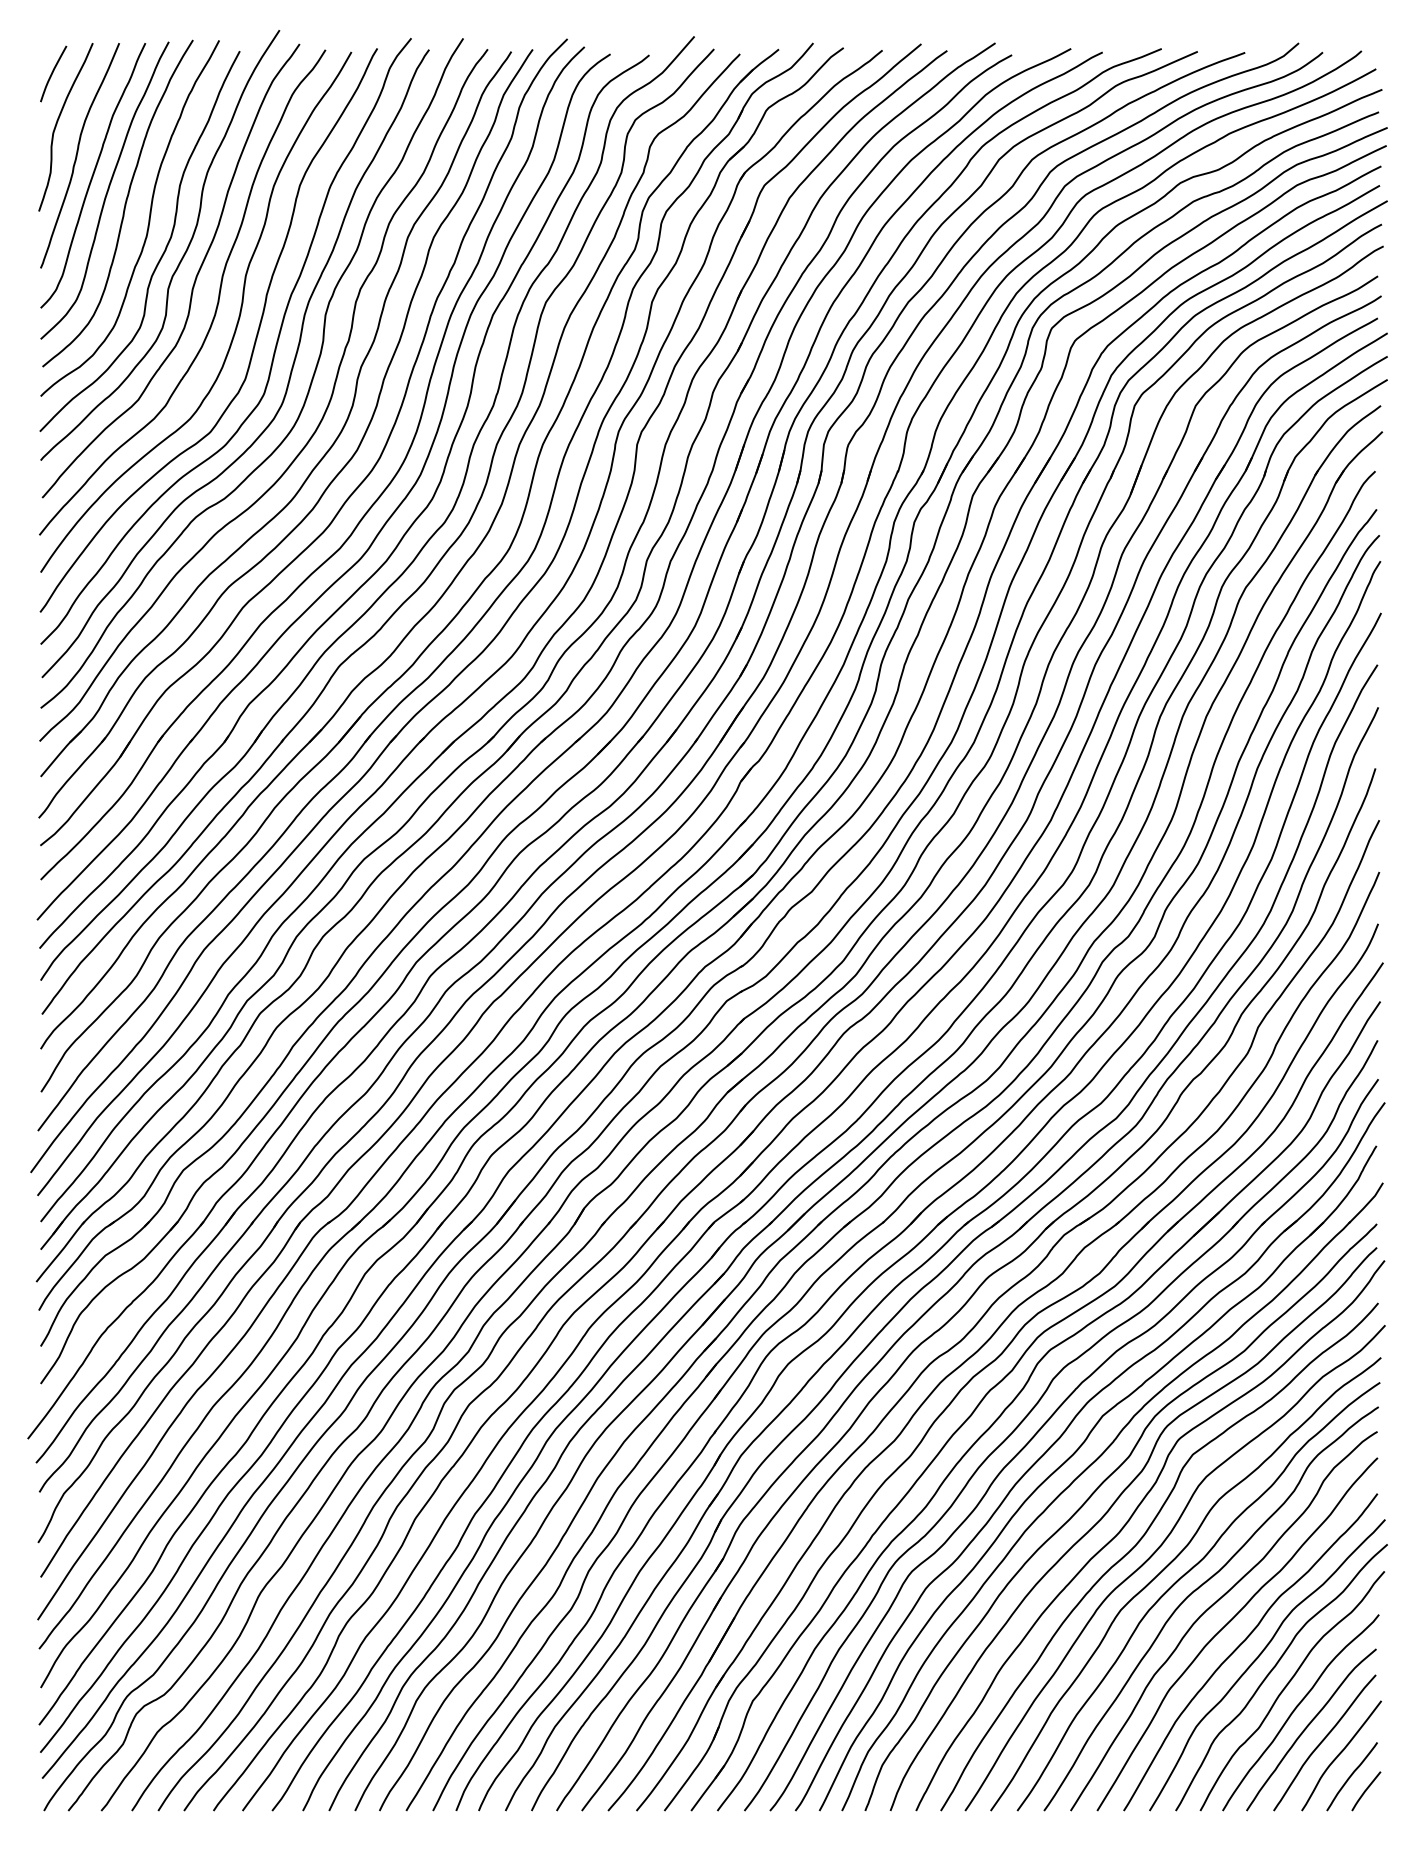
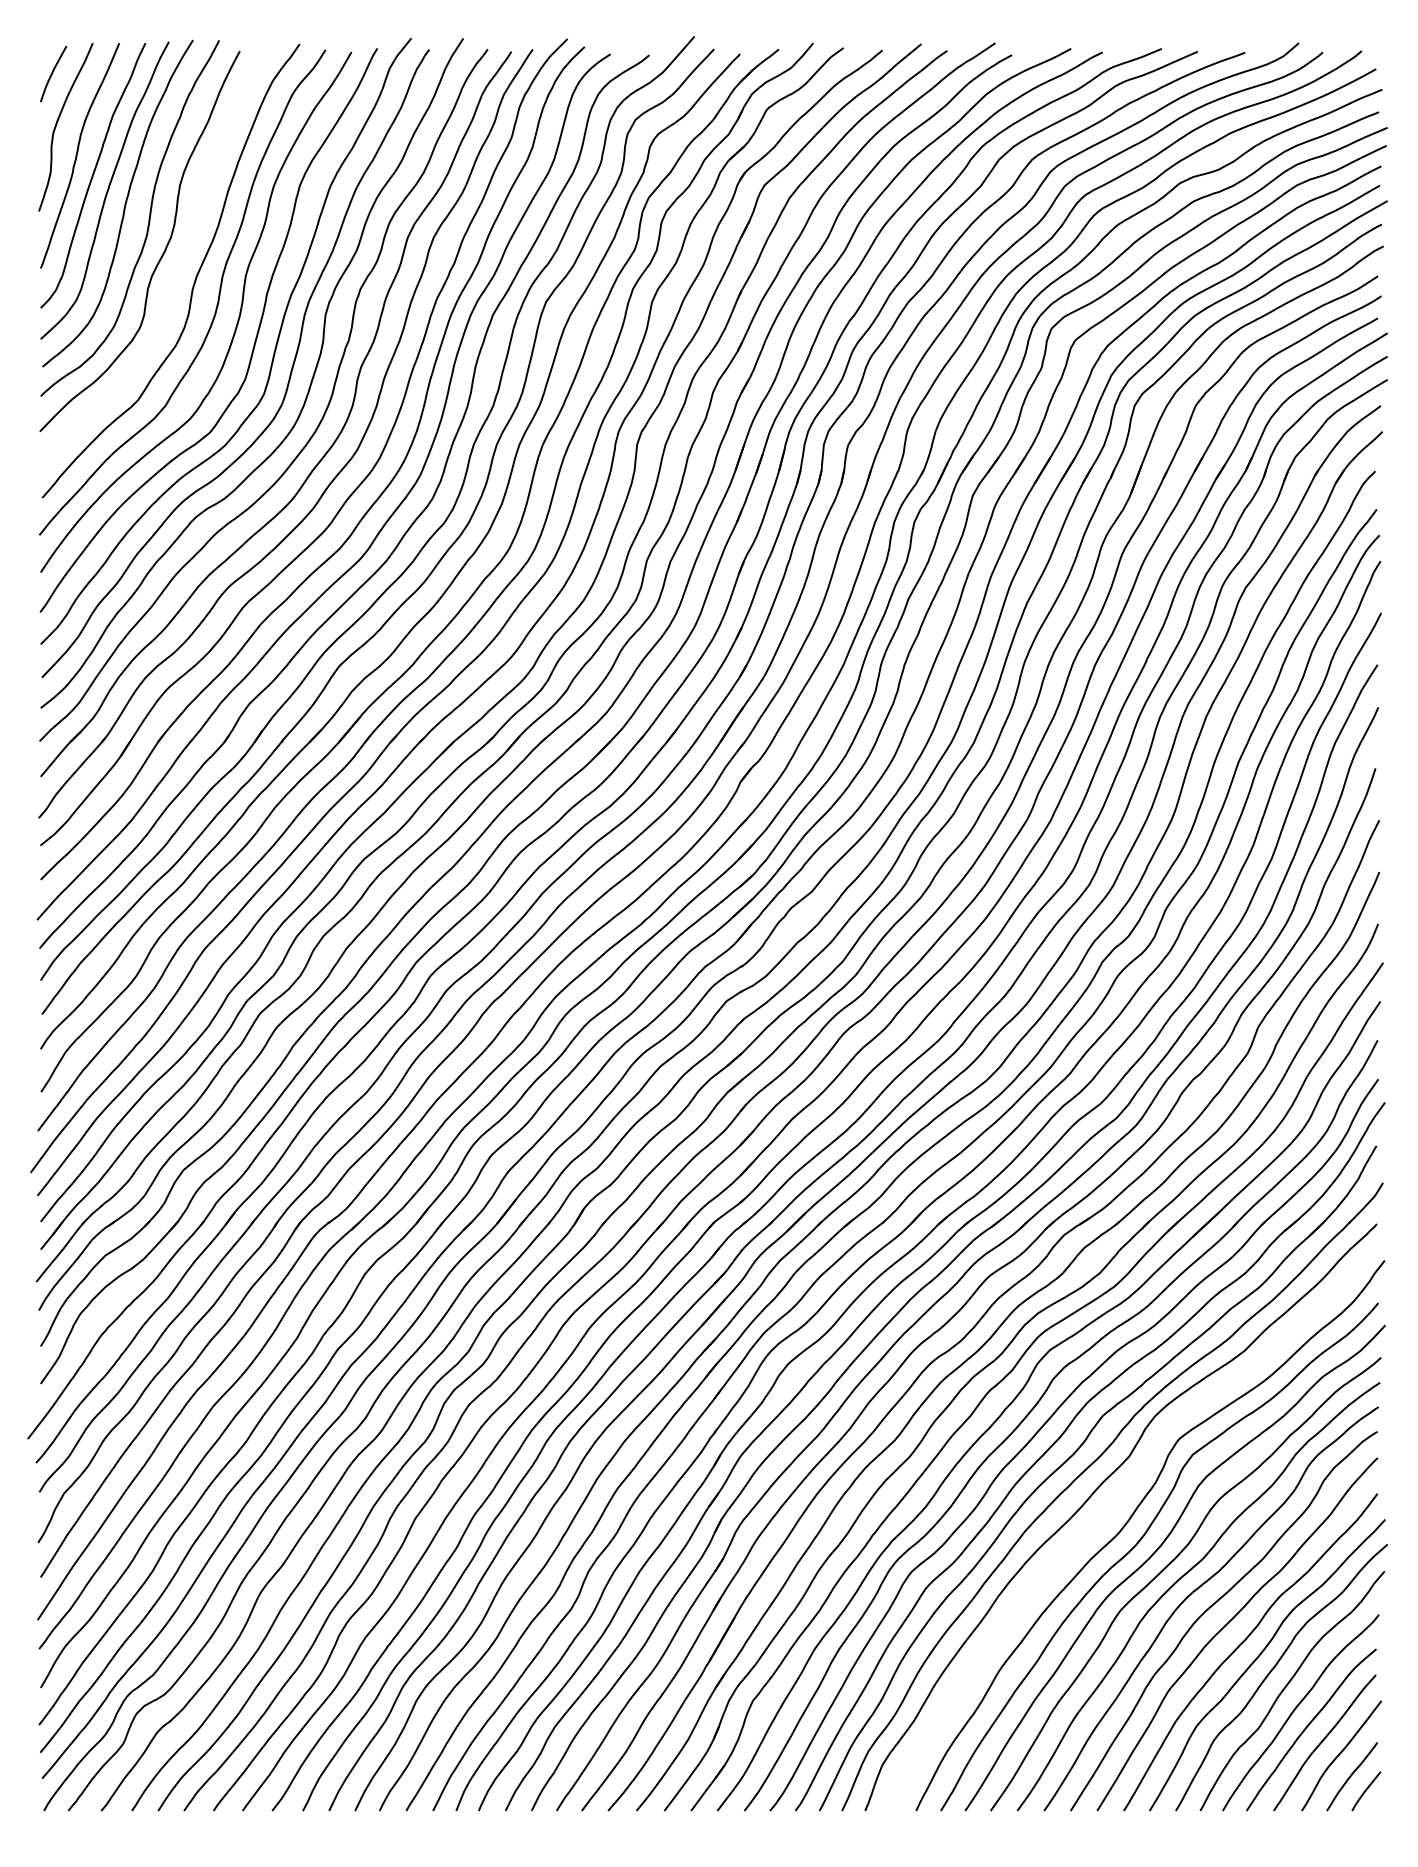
curve at (181, 257): present -> none
curve at (1108, 1512): present -> none
